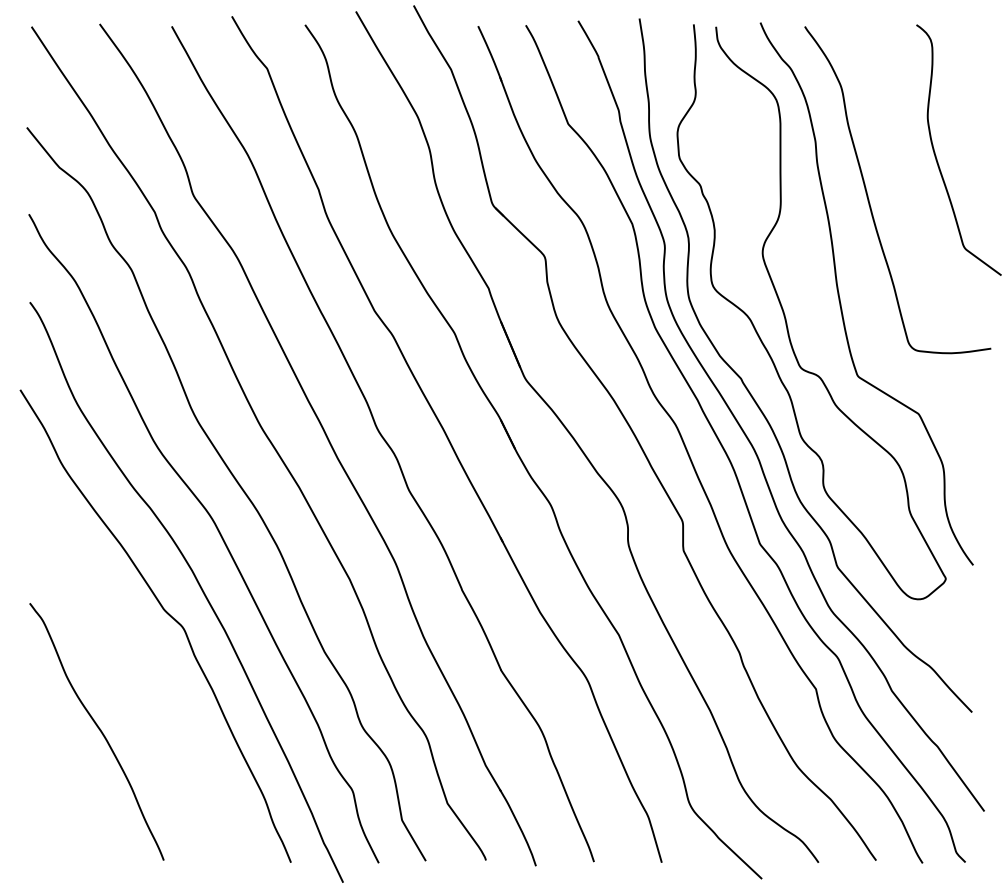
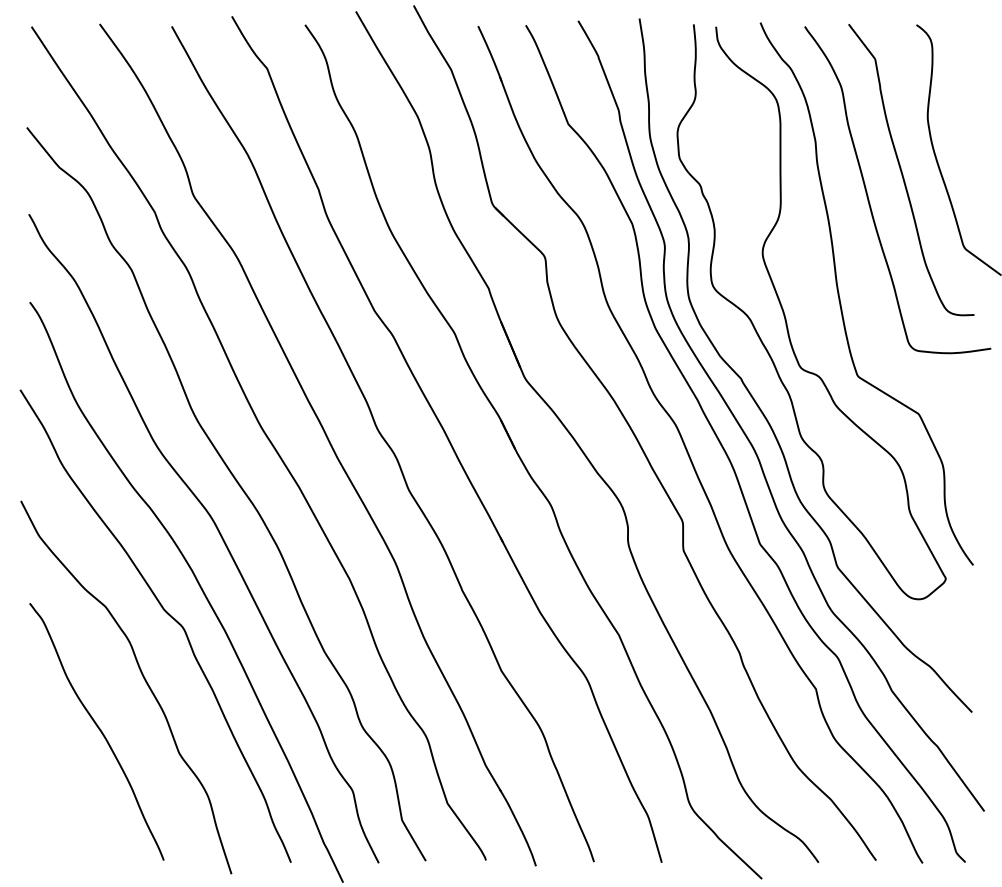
curve at (903, 174): none -> present
curve at (143, 678): none -> present
